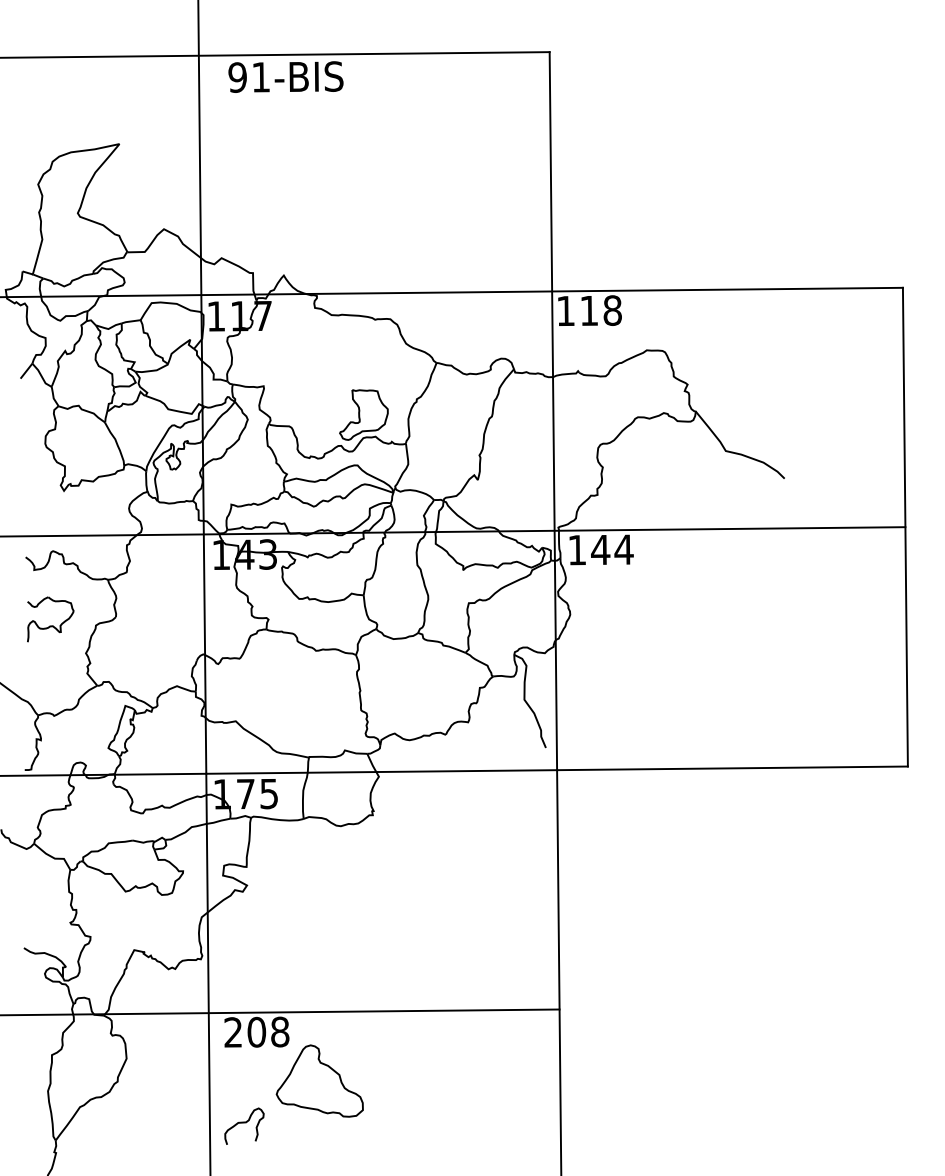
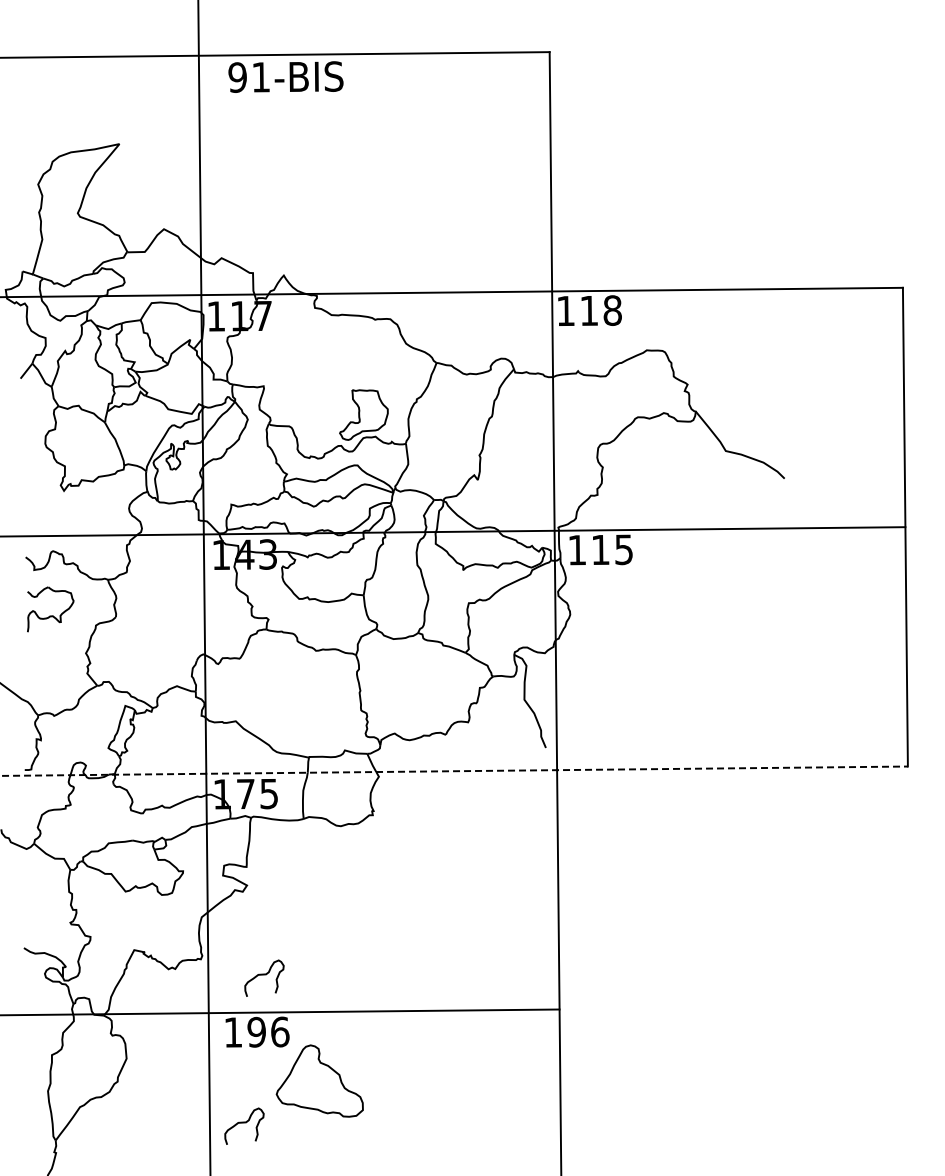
text at (612, 549): 144 -> 115
part at (50, 619) position: (50, 619) -> (50, 609)
line at (454, 771): solid -> dashed
curve at (264, 975): none -> present
text at (256, 1031): 208 -> 196
